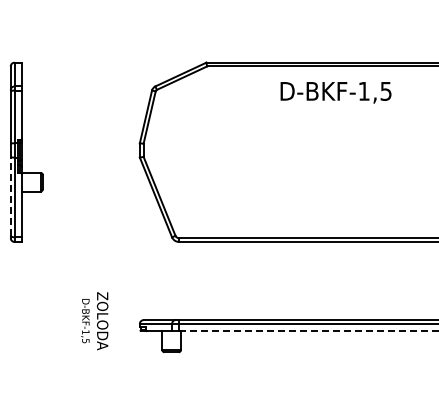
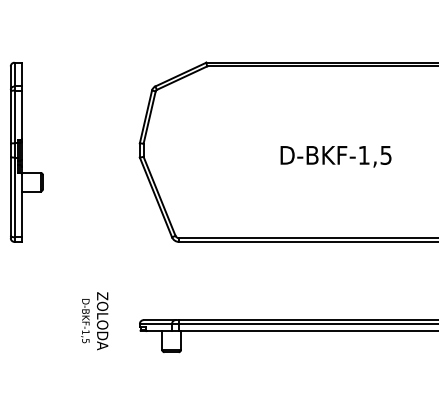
text at (335, 92) position: (335, 92) -> (335, 156)
line at (10, 195): dashed -> solid
line at (308, 331): dashed -> solid
